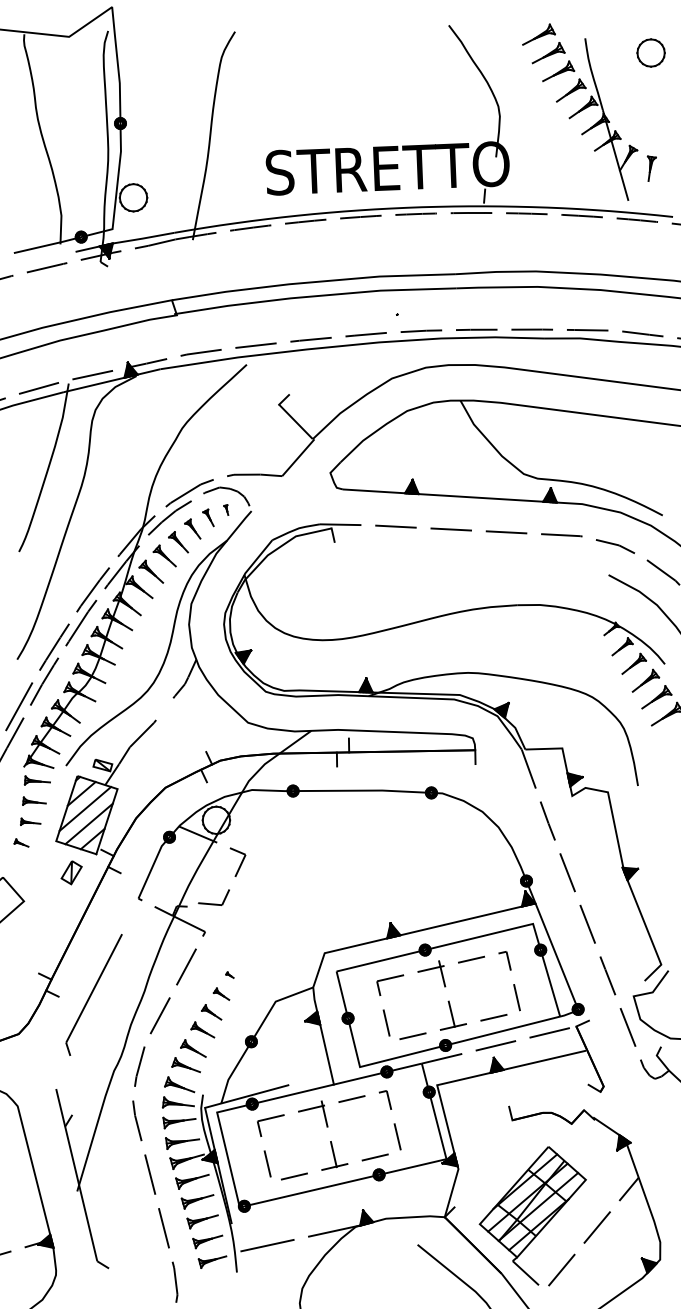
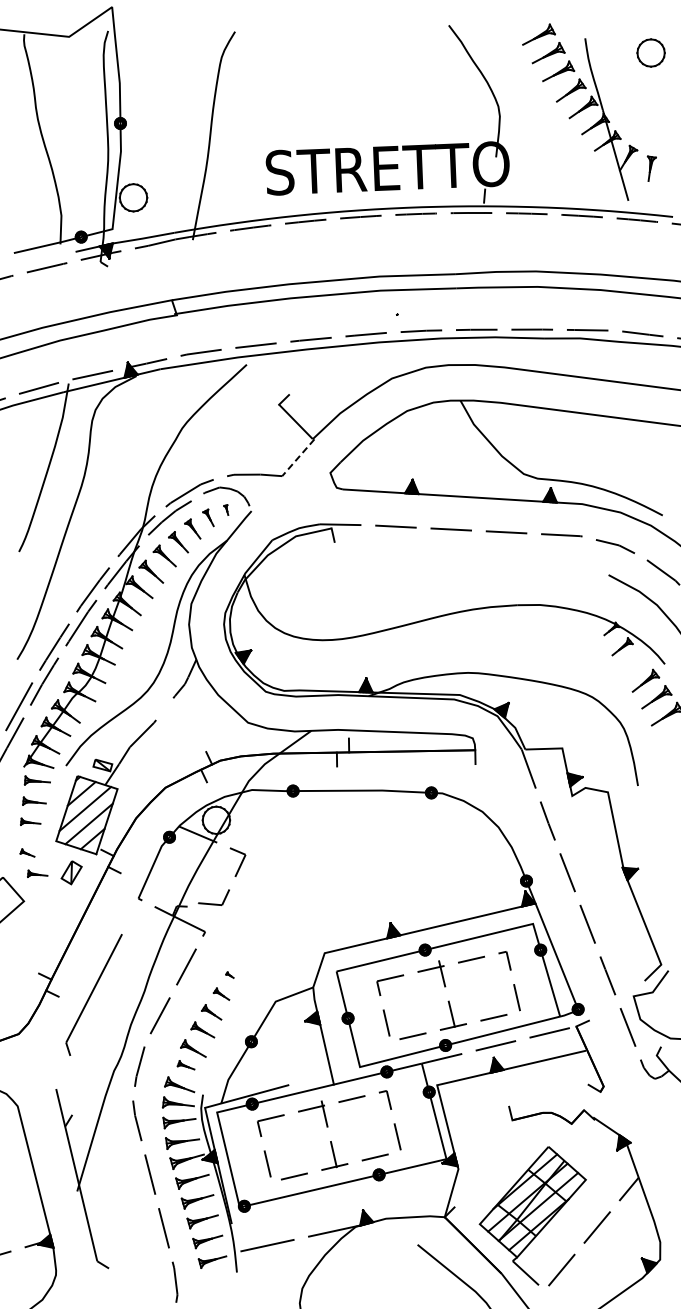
line at (298, 458): solid -> dashed
part at (633, 663): present -> none
part at (21, 842) position: (21, 842) -> (27, 852)
part at (37, 873): none -> present
part at (185, 1065) size: 30x17 px -> 20x11 px
